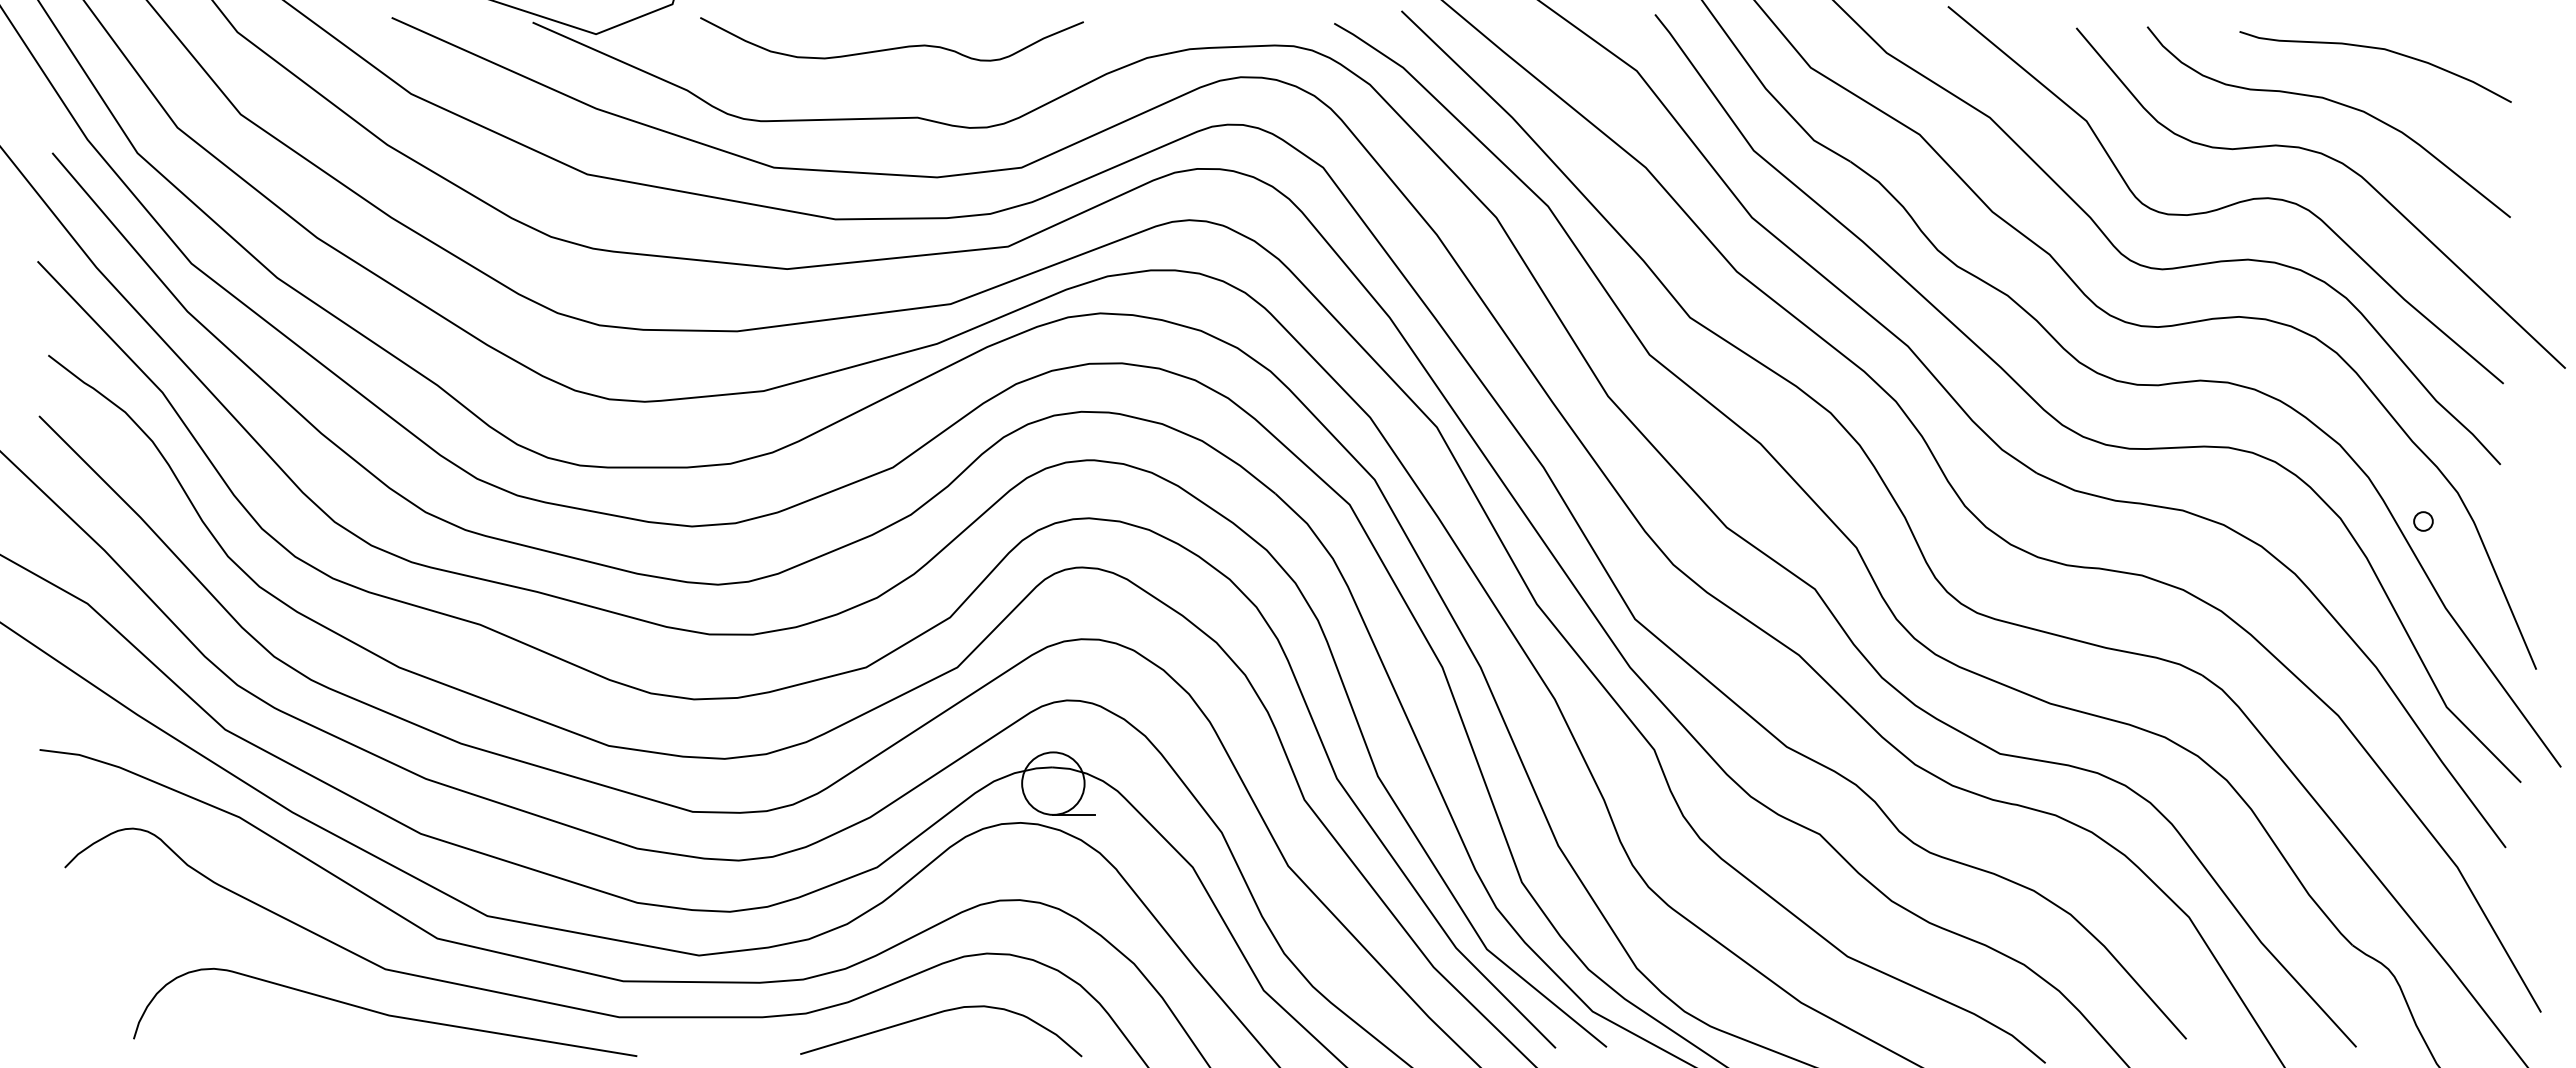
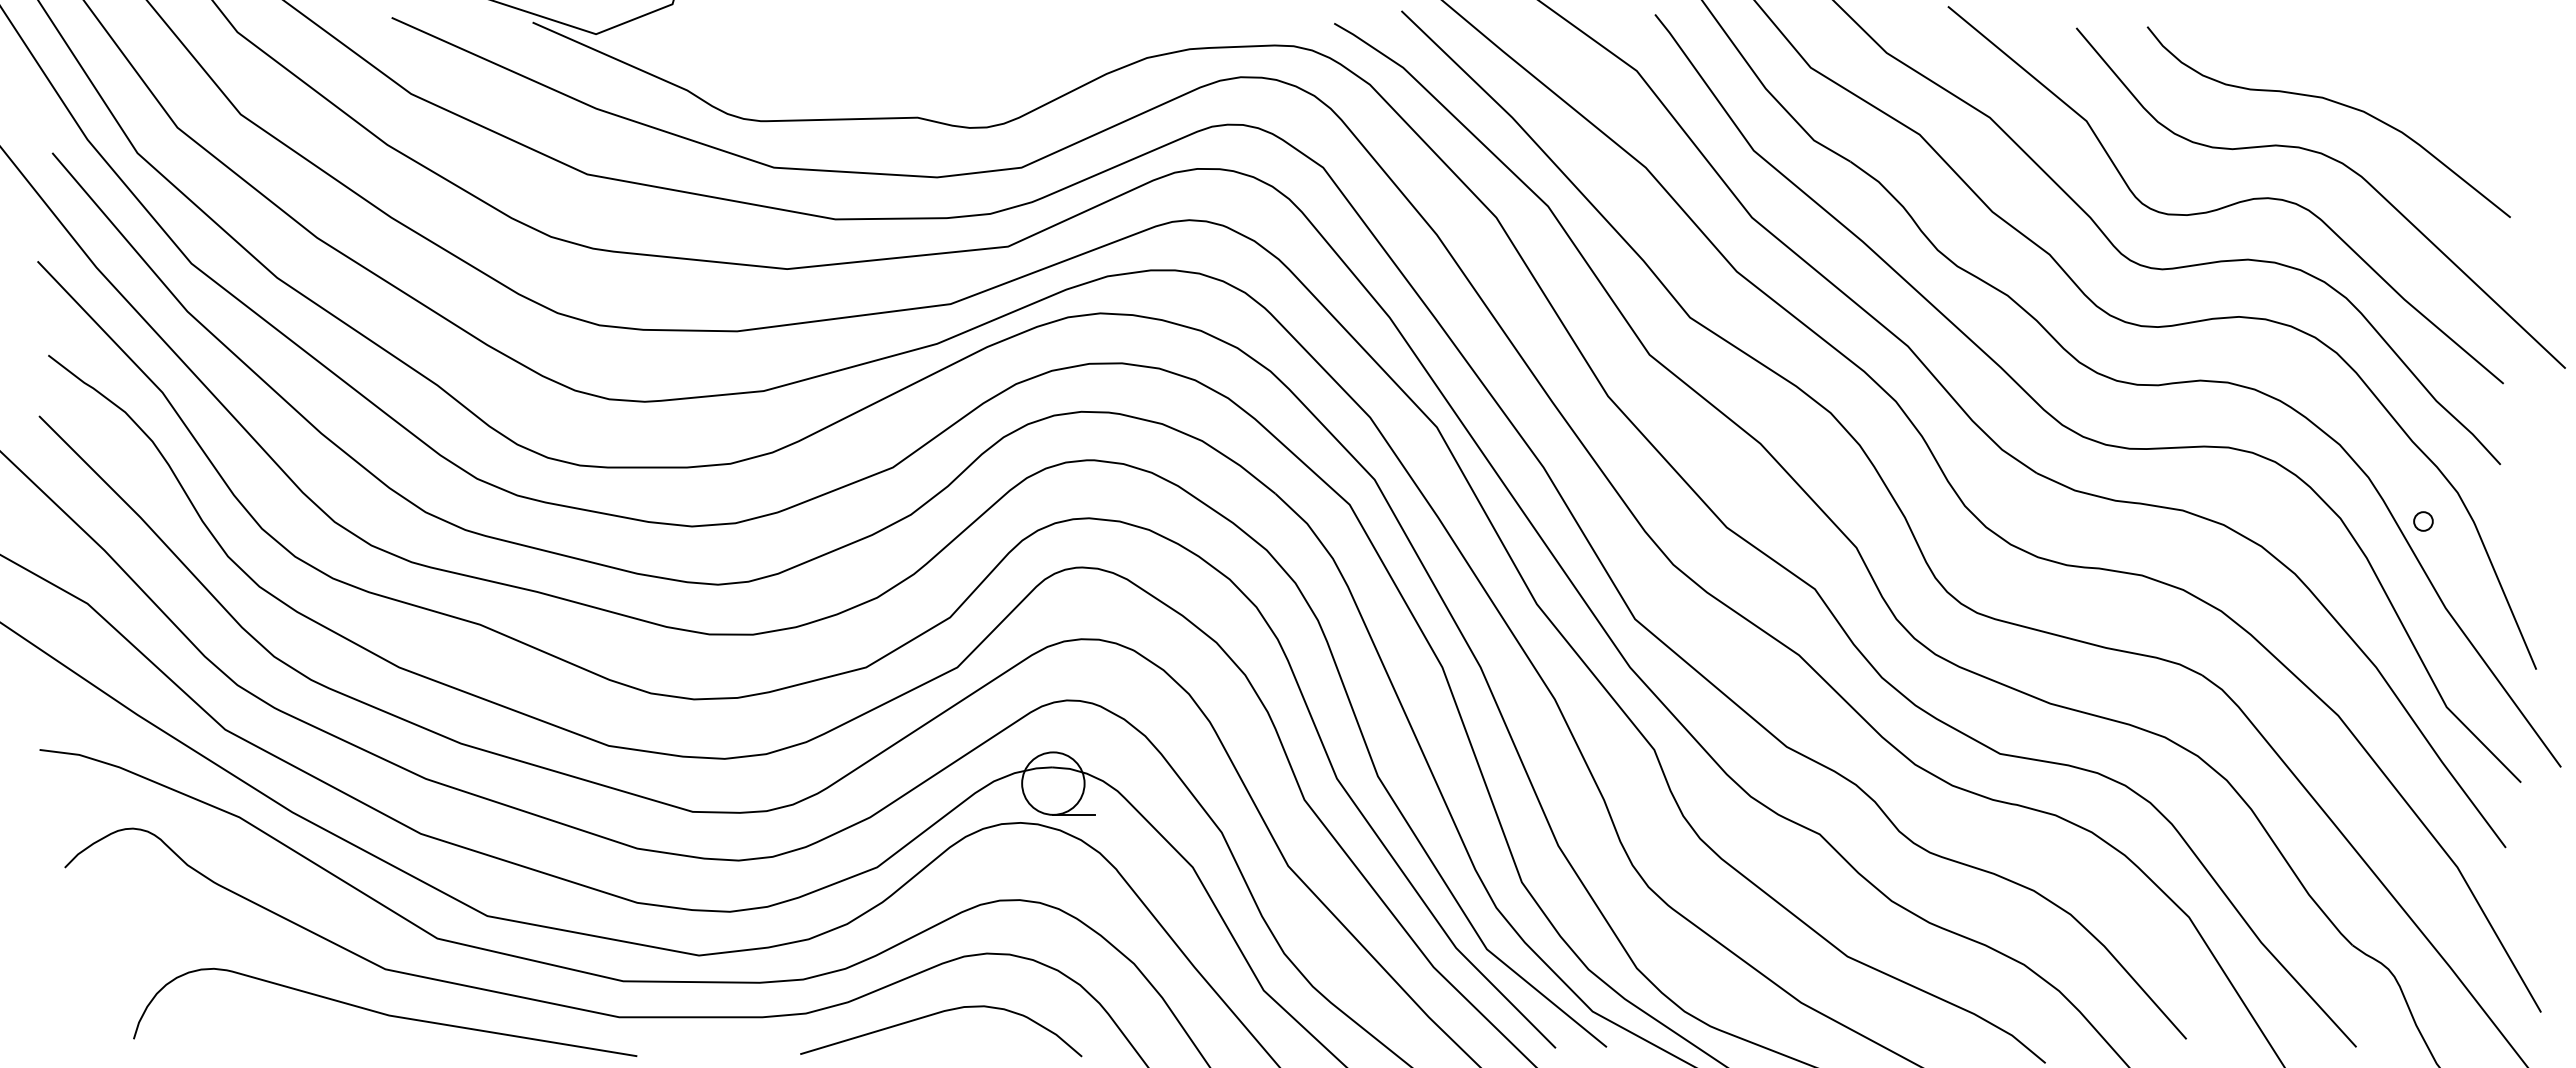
curve at (893, 47): present -> none
curve at (2377, 49): present -> none
